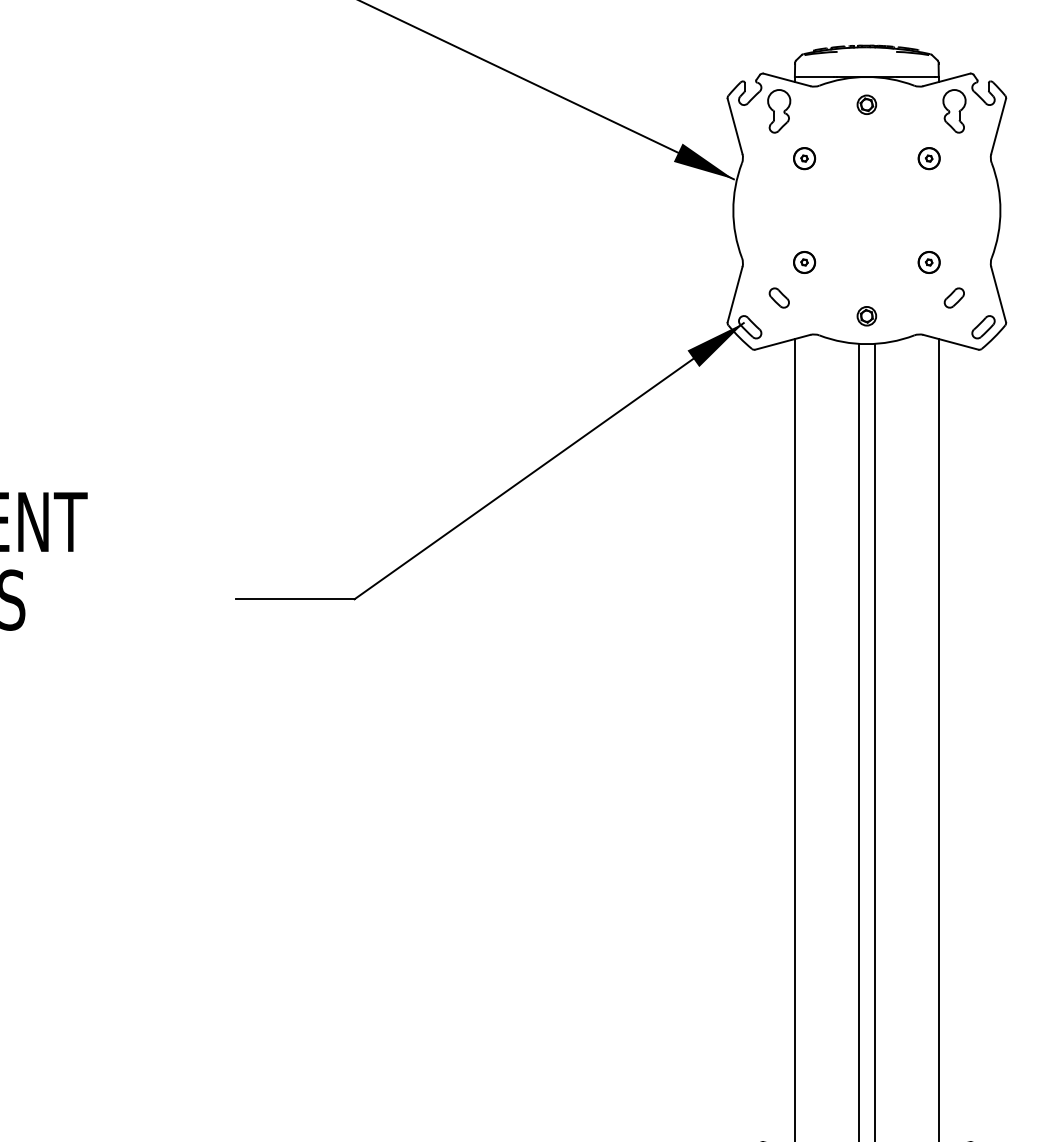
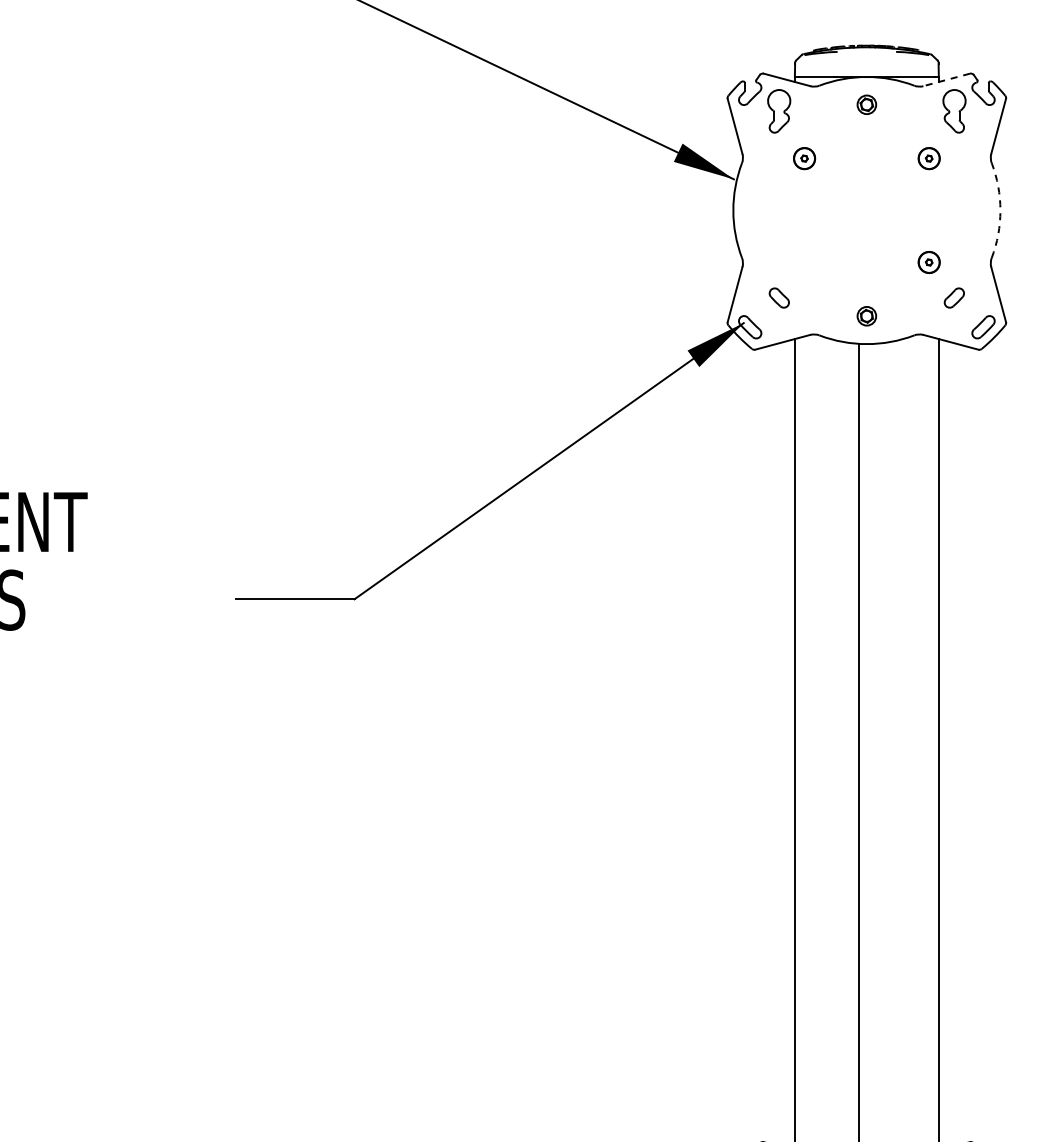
line at (946, 80): solid -> dashed
arc at (1000, 210): solid -> dashed
part at (804, 262): present -> none
line at (874, 740): present -> none
